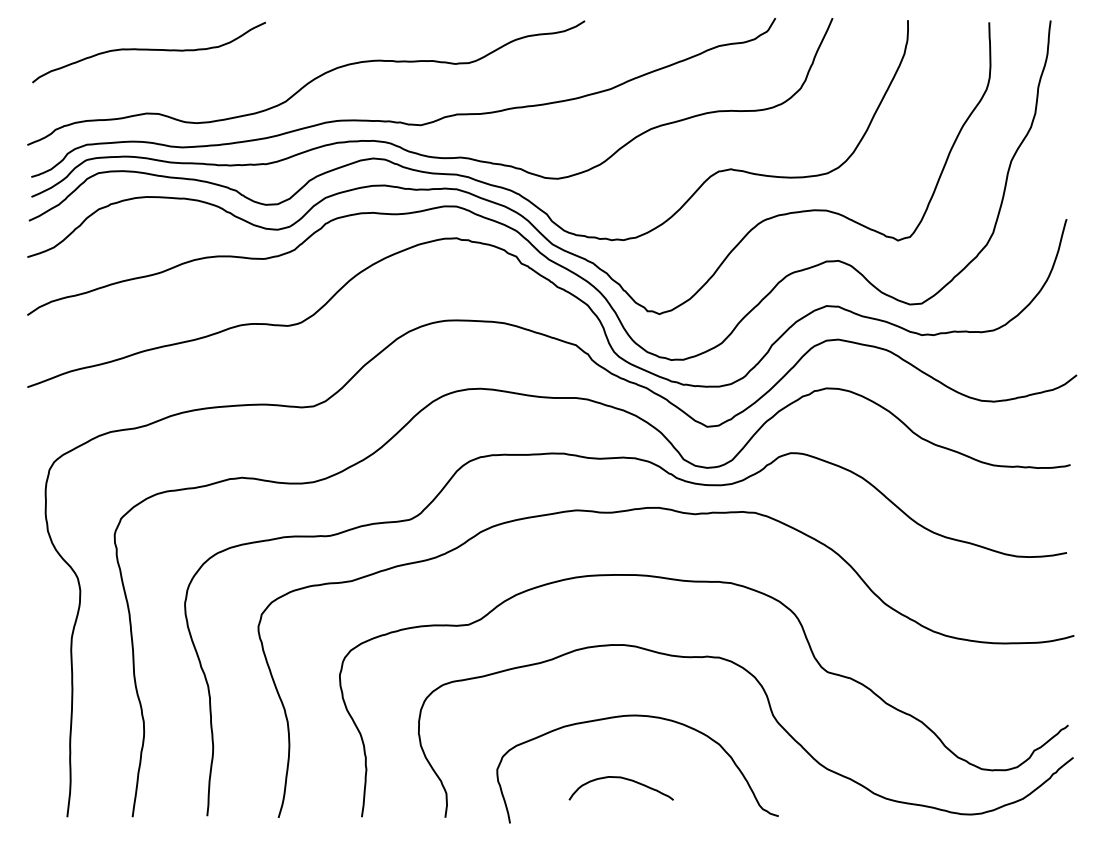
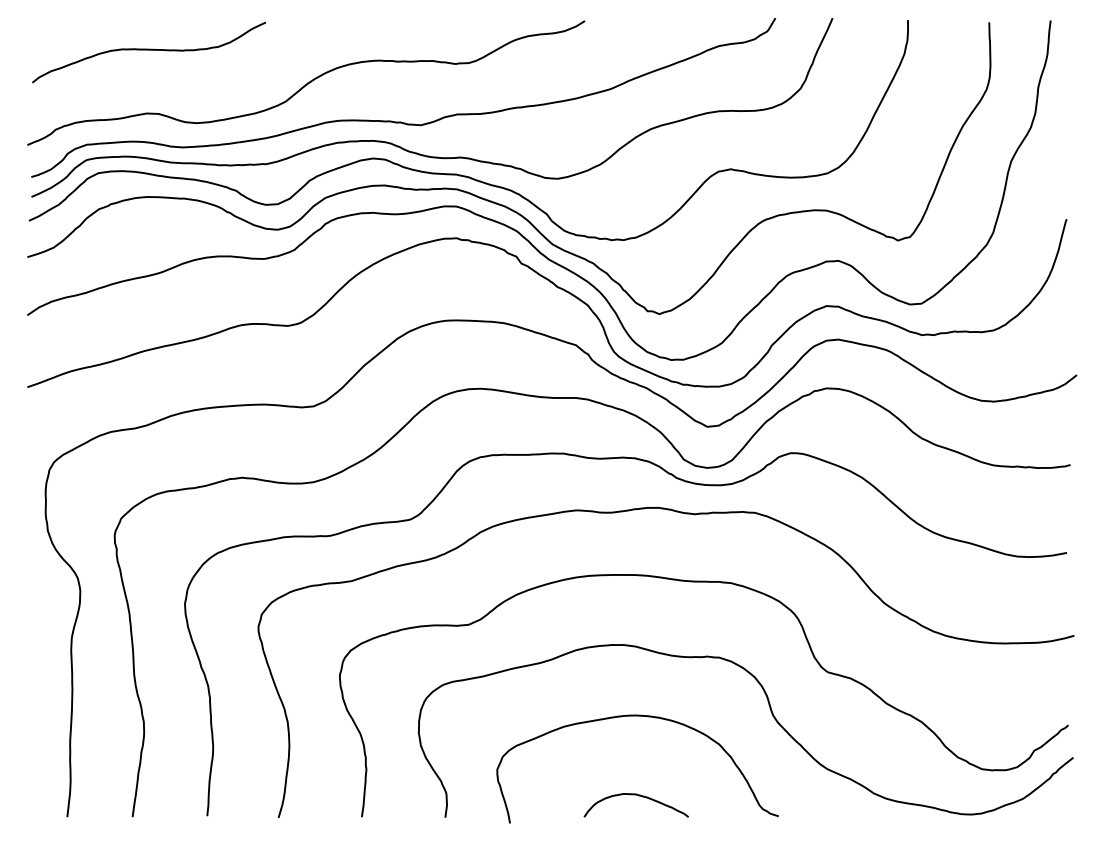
curve at (623, 779) position: (623, 779) -> (638, 796)
